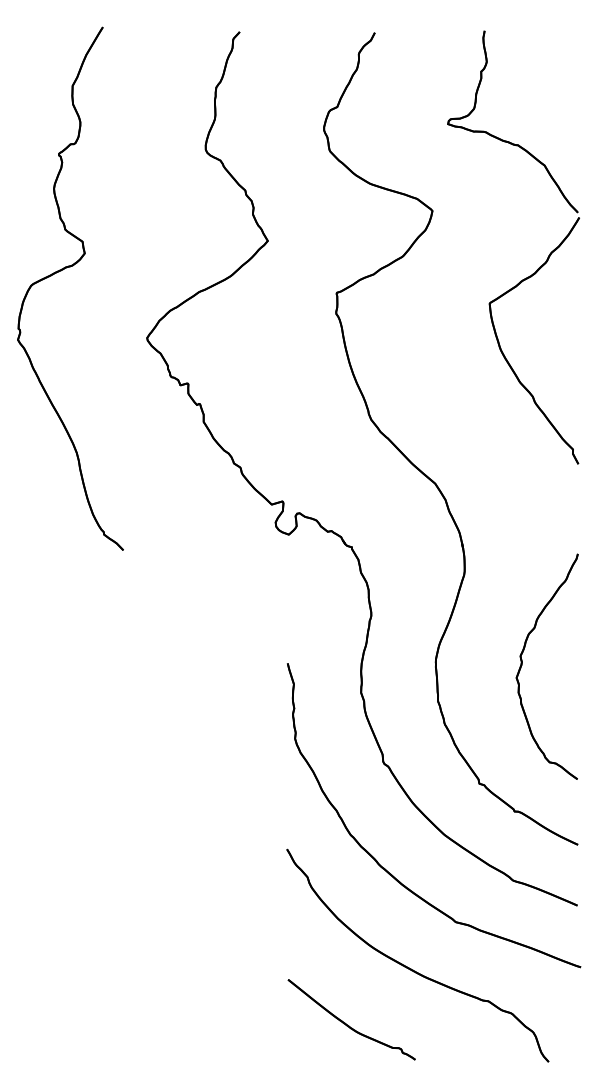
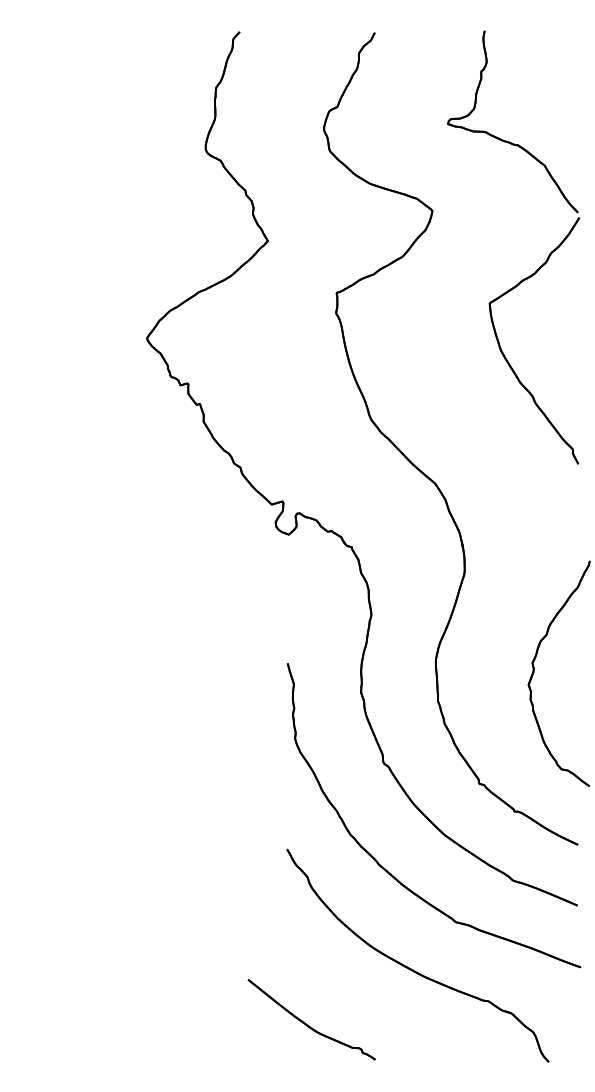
part at (61, 271): present -> none
part at (522, 665) position: (522, 665) -> (534, 672)
part at (349, 1025) position: (349, 1025) -> (309, 1025)
